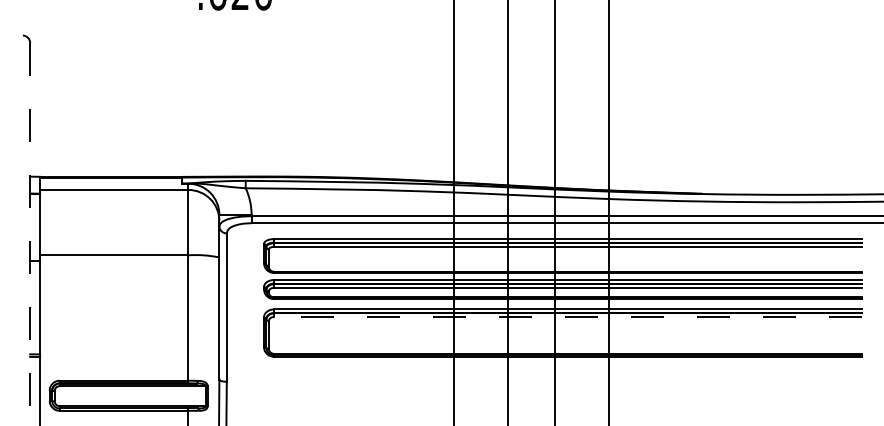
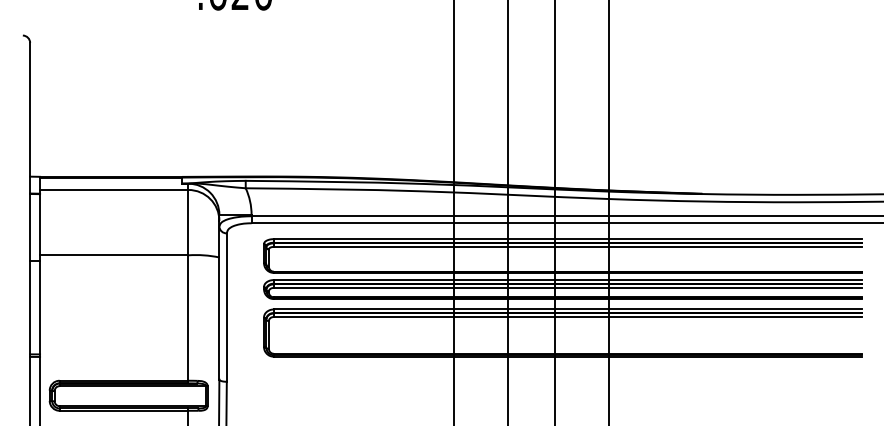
line at (30, 234): dashed -> solid
line at (567, 317): dashed -> solid
